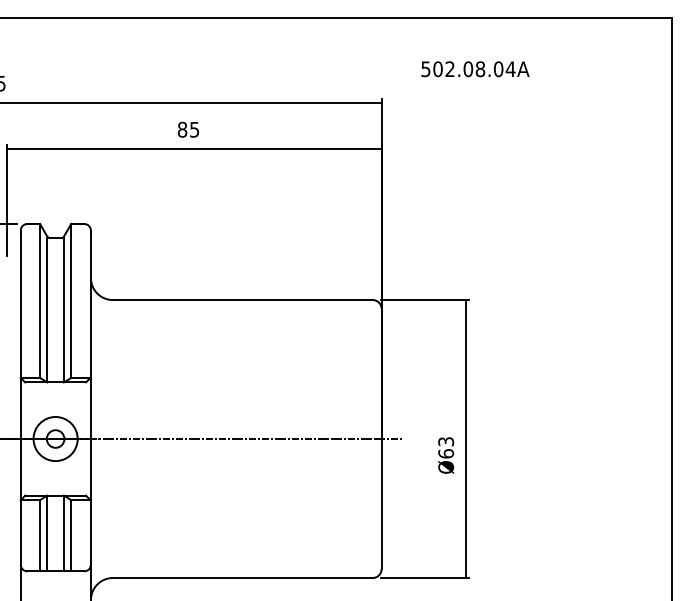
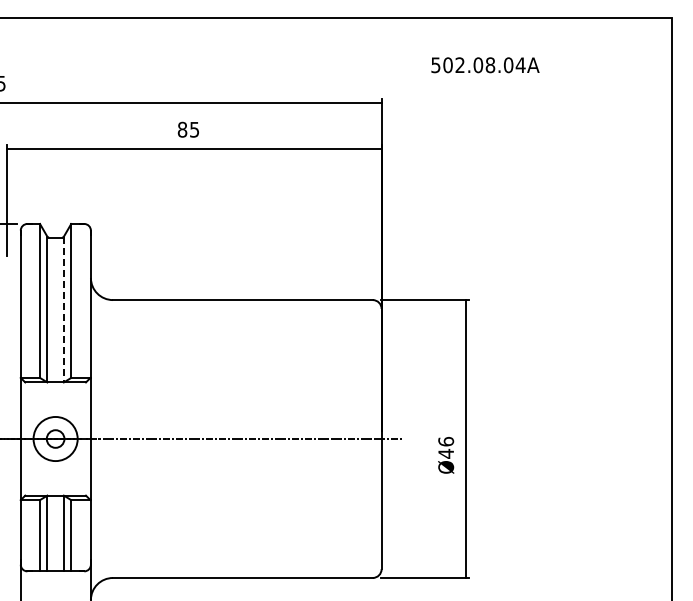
text at (475, 69) position: (475, 69) -> (485, 65)
line at (63, 309): solid -> dashed
text at (446, 447): Ø63 -> Ø46
